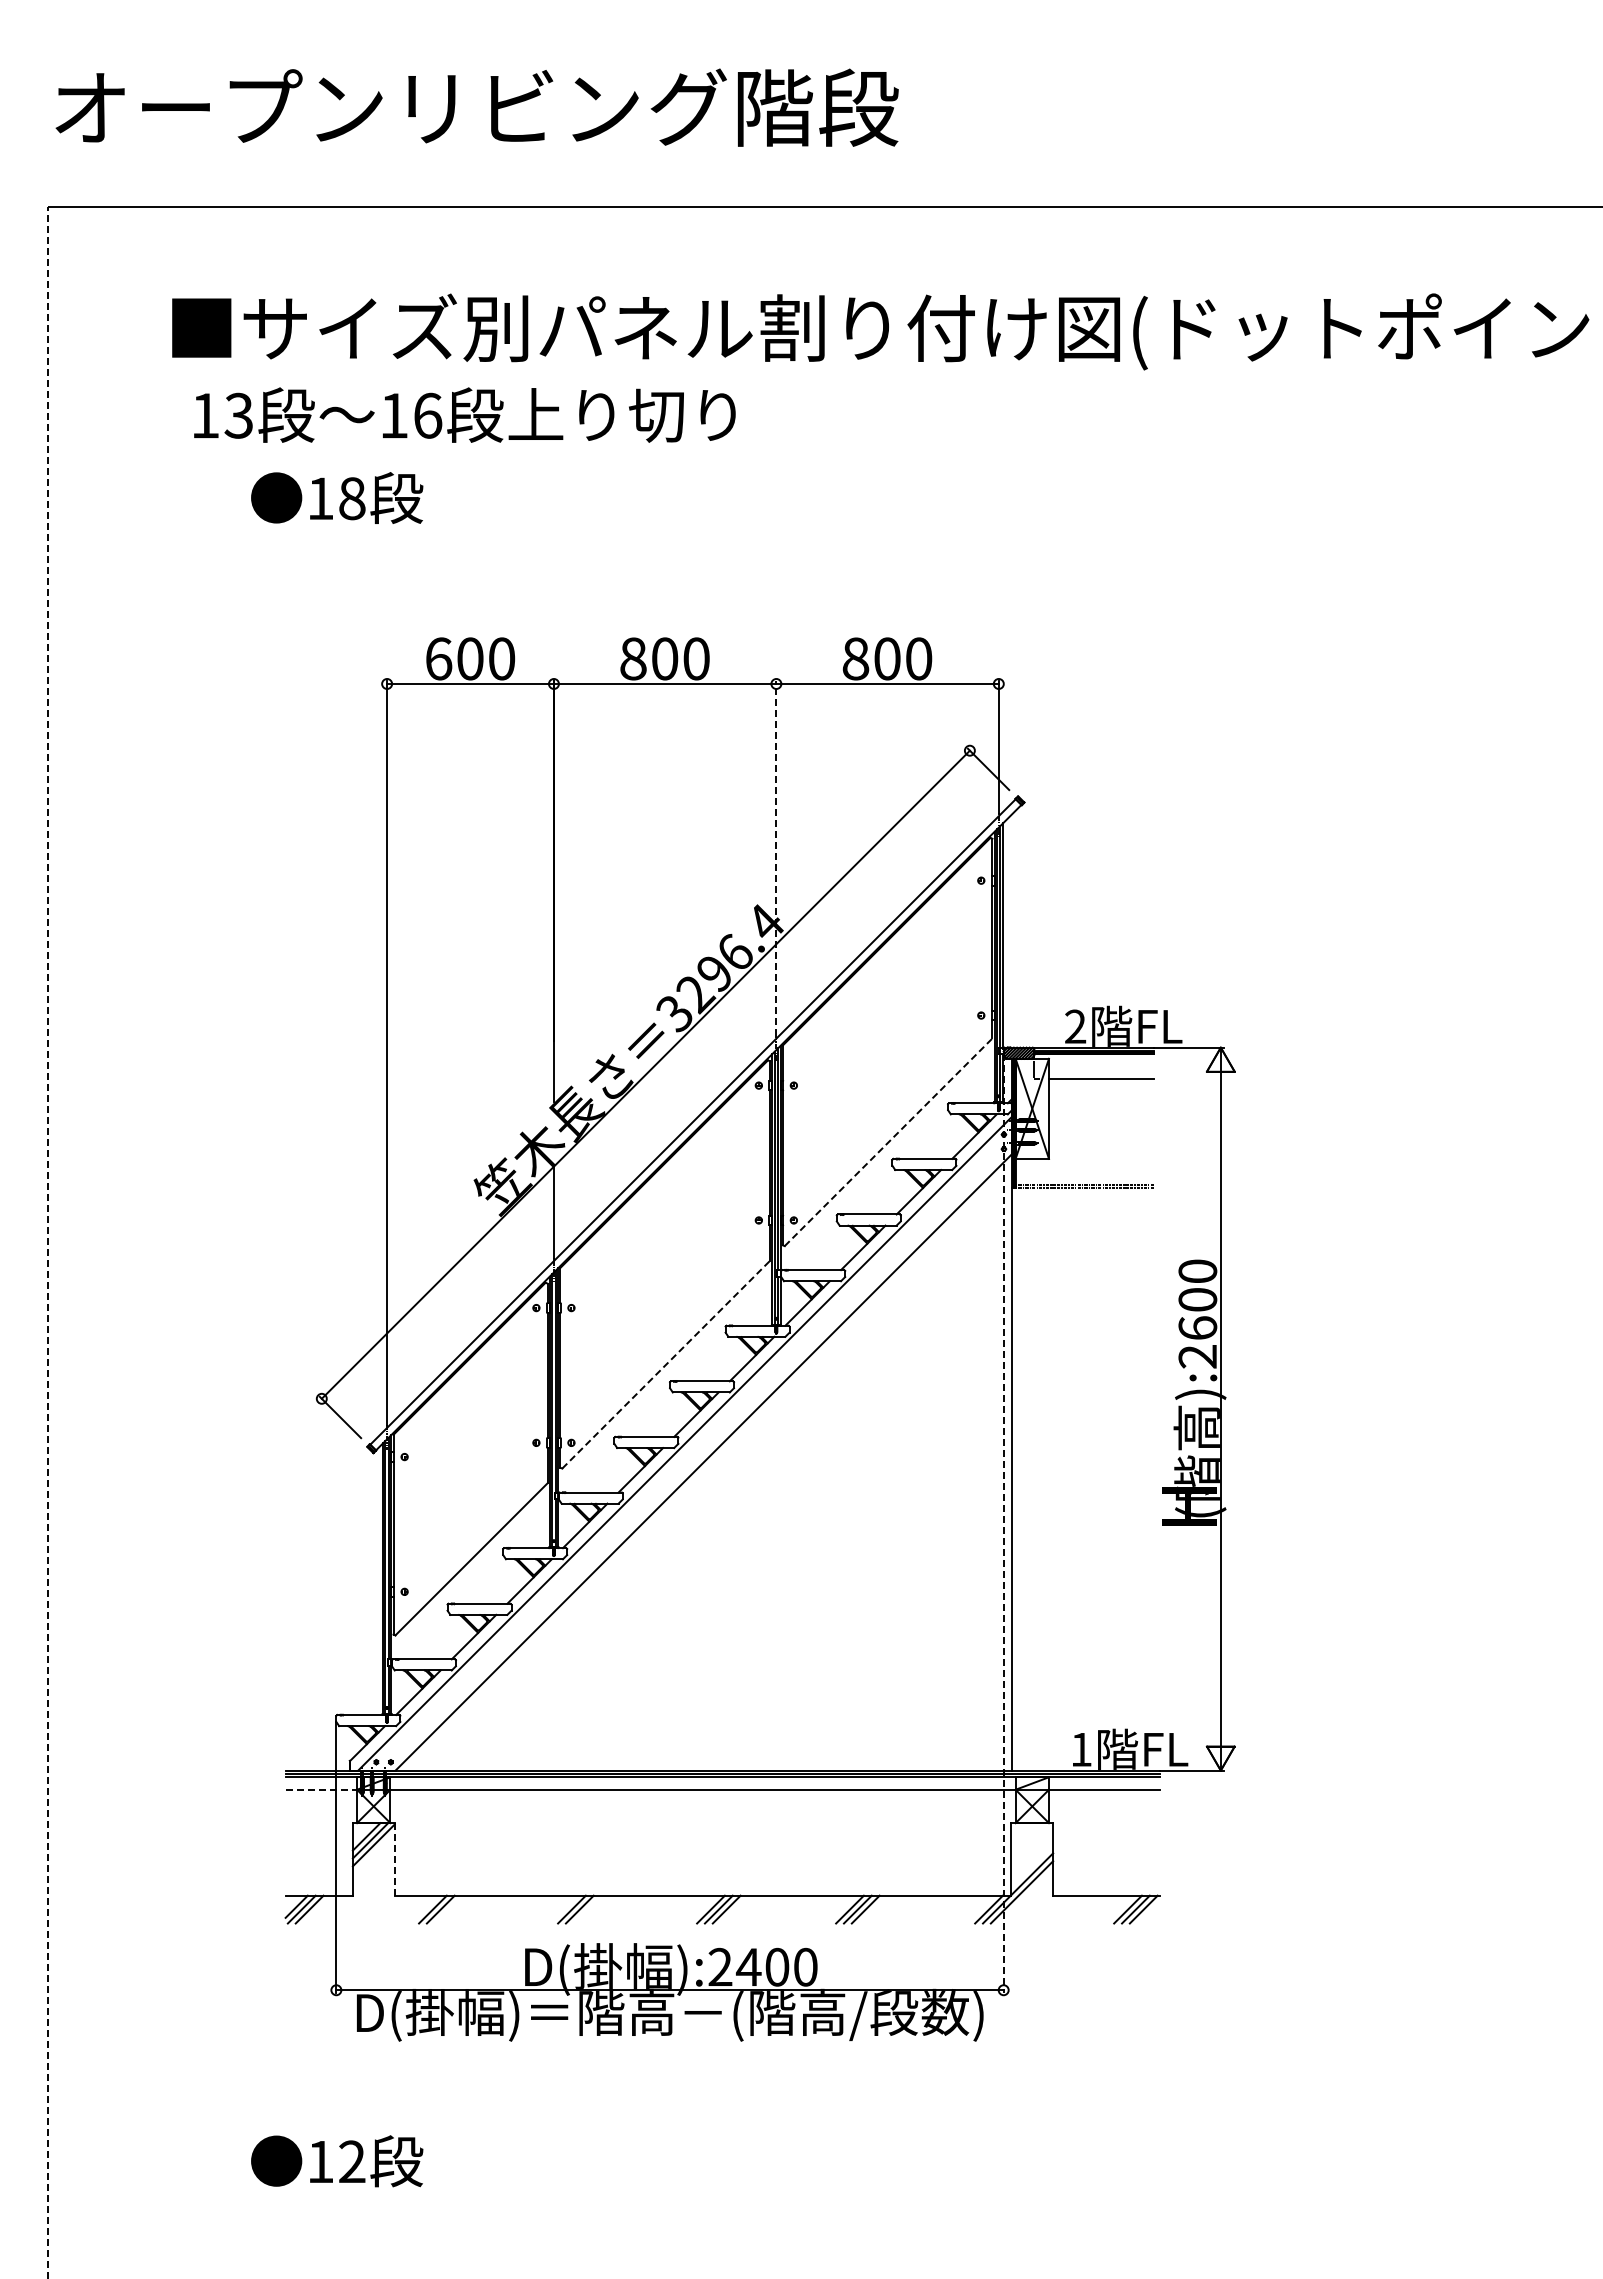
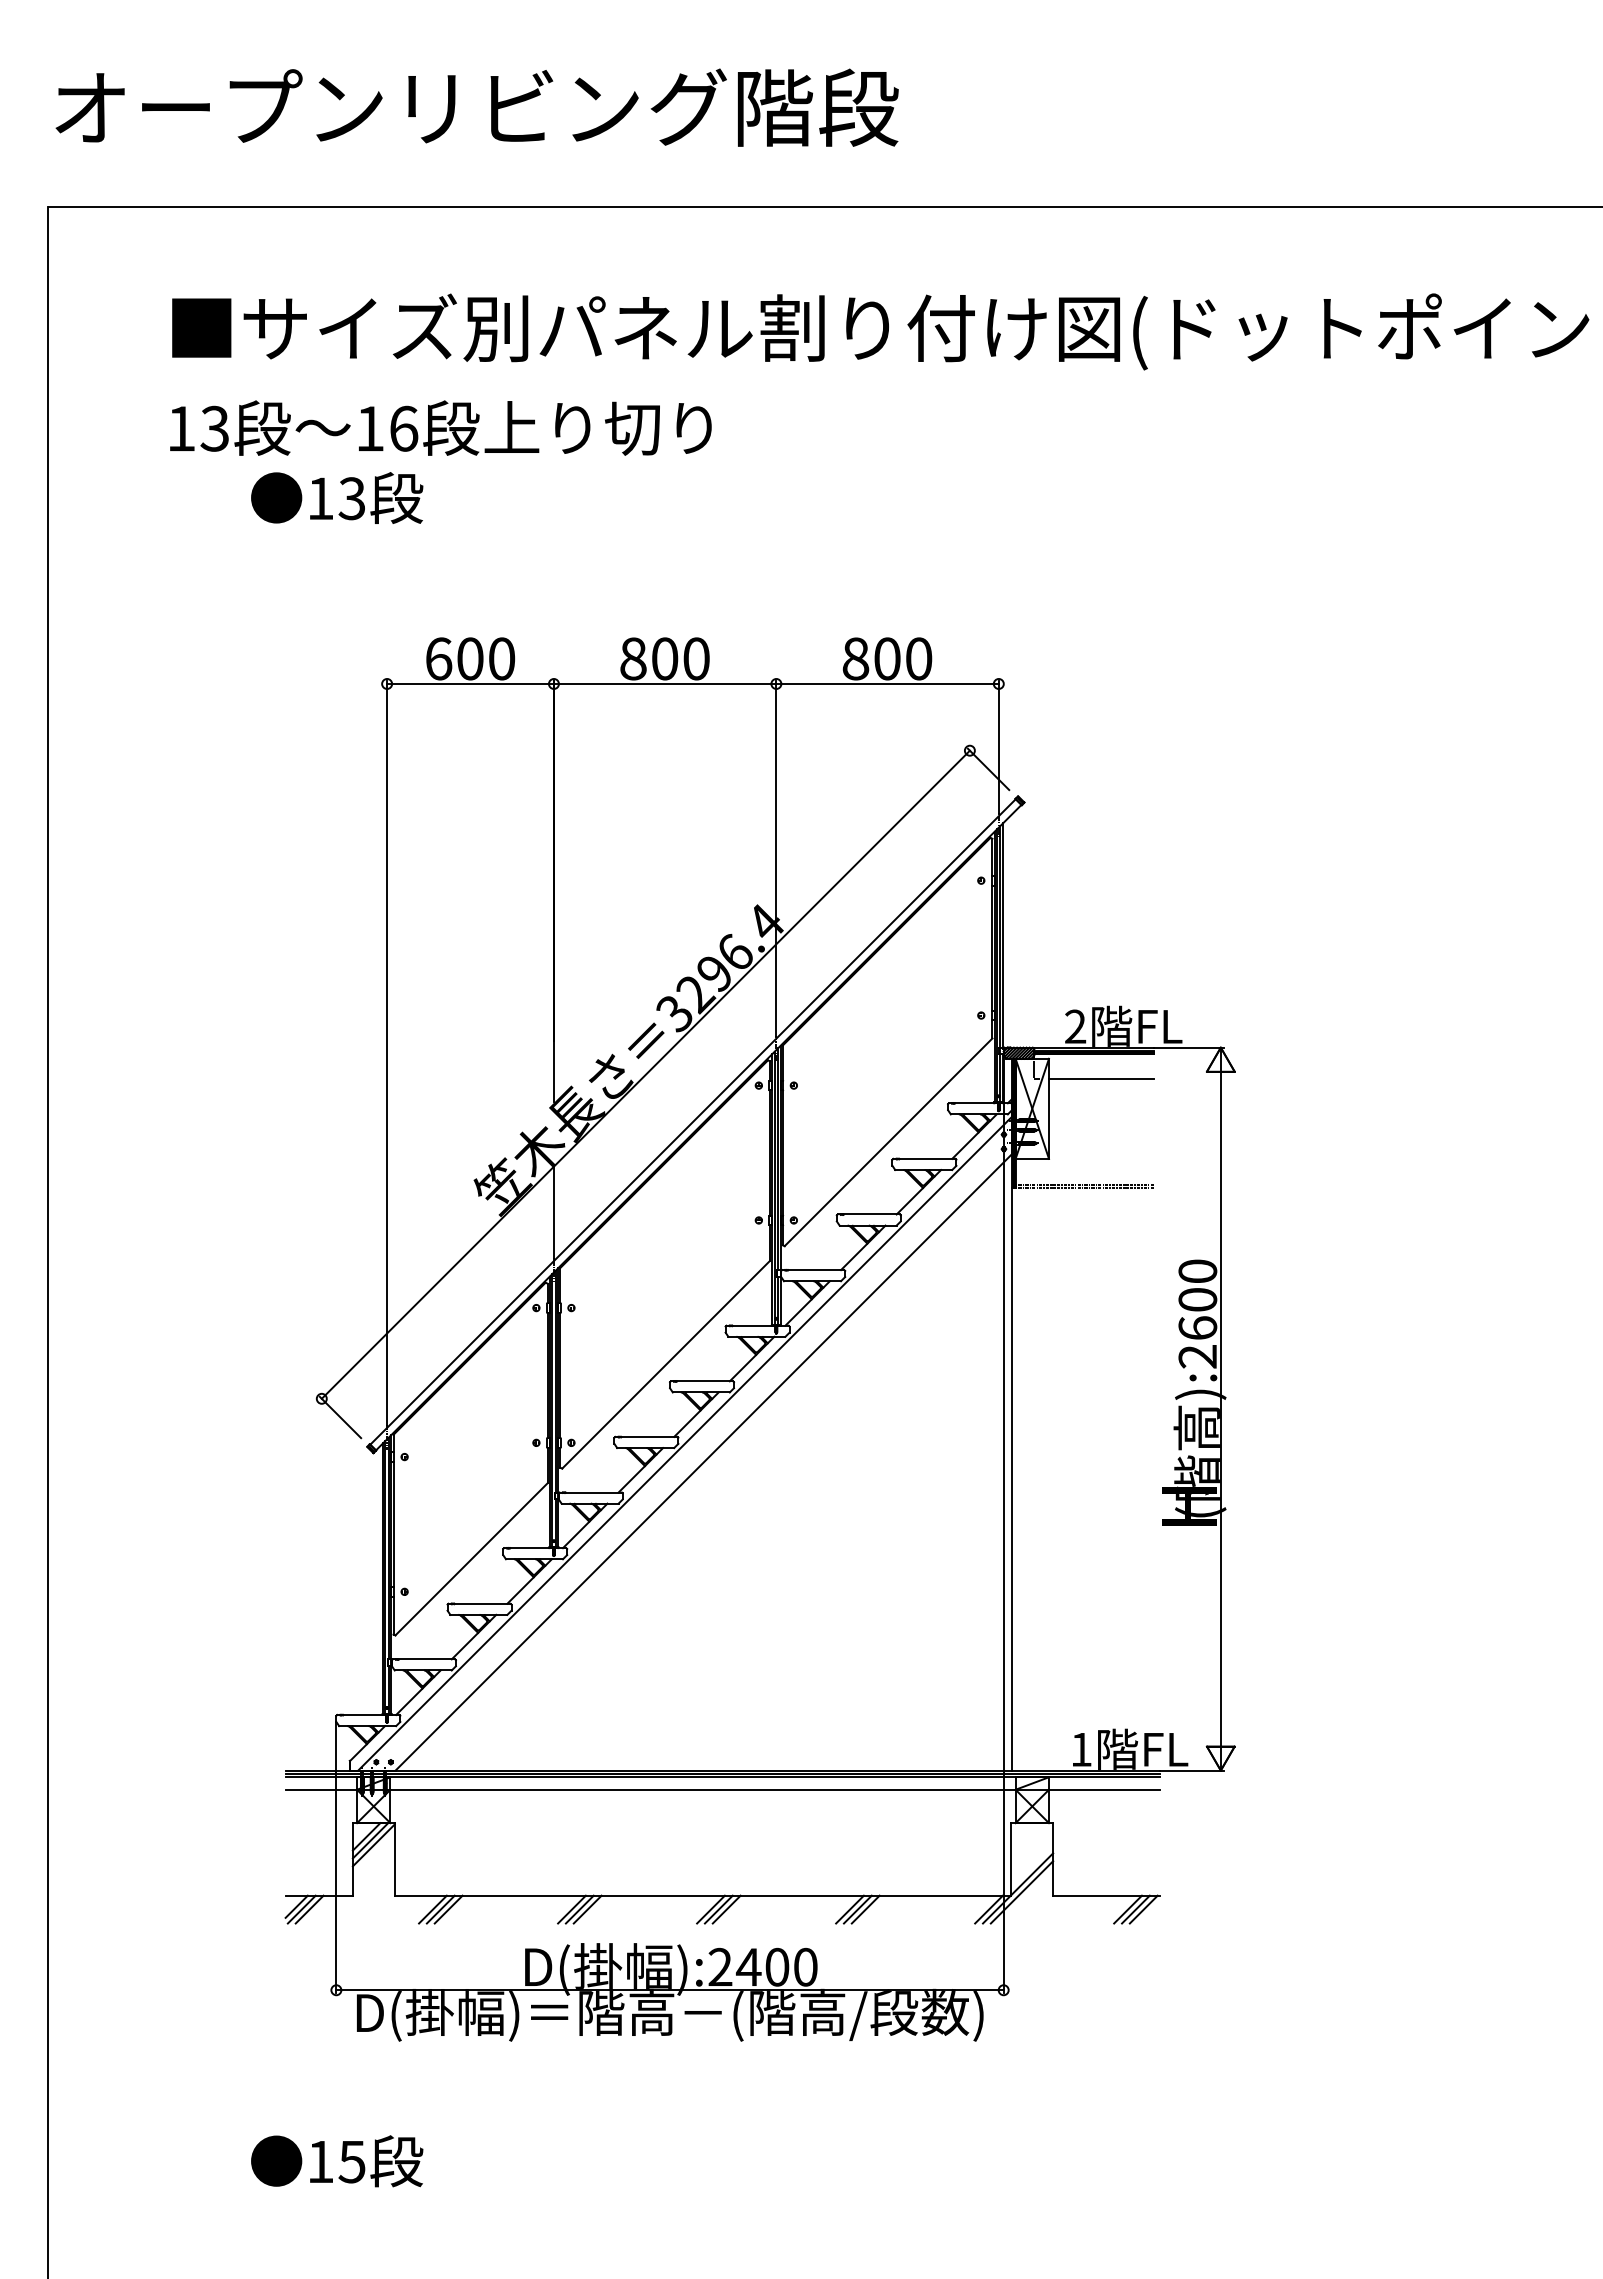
text at (464, 414) position: (464, 414) -> (440, 427)
text at (351, 498): 18 -> 13
line at (776, 858): dashed -> solid
line at (888, 1142): dashed -> solid
line at (48, 1242): dashed -> solid
line at (666, 1364): dashed -> solid
line at (1003, 1524): dashed -> solid
line at (321, 1789): dashed -> solid
line at (394, 1859): dashed -> solid
line at (448, 1909): none -> present
line at (587, 1909): none -> present
text at (351, 2161): 12 -> 15
